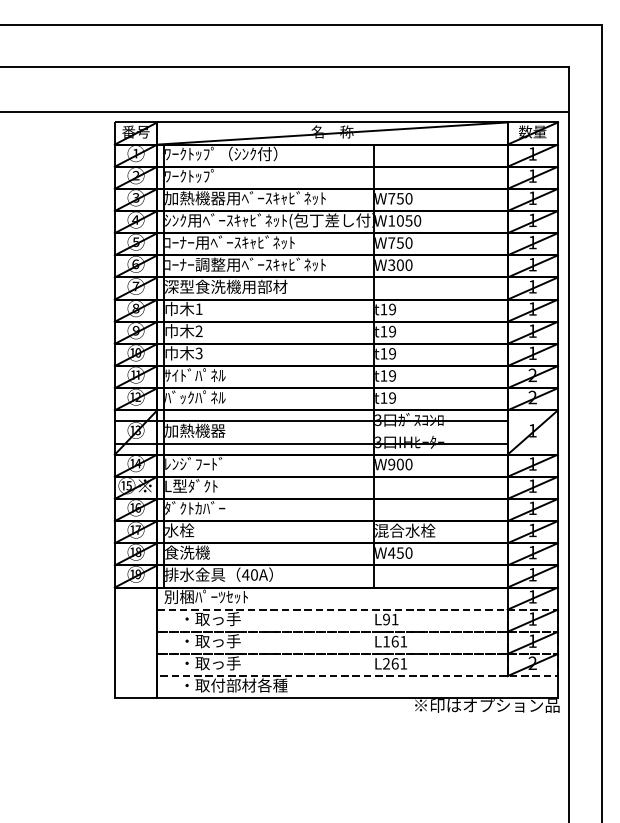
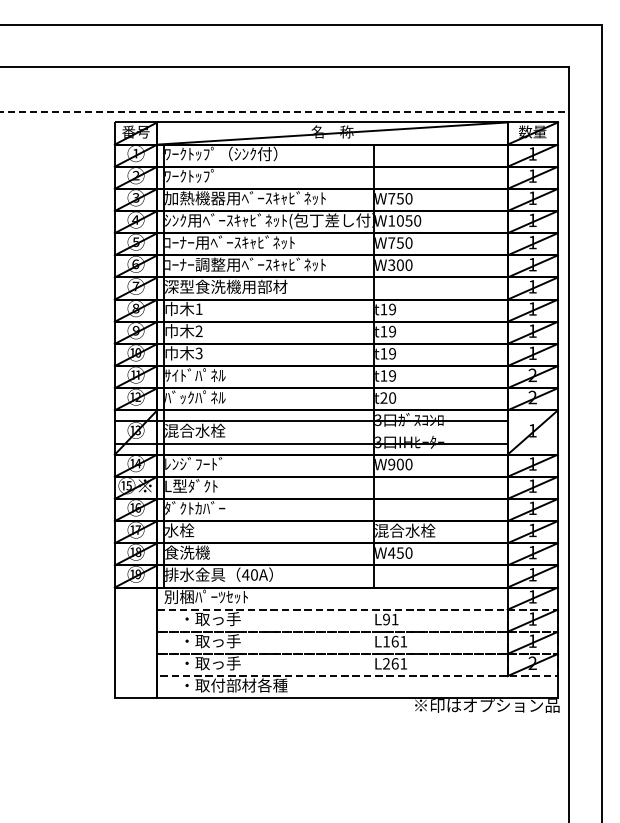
line at (284, 112): solid -> dashed
text at (388, 397): t19 -> t20
text at (195, 430): 加熱機器 -> 混合水栓
